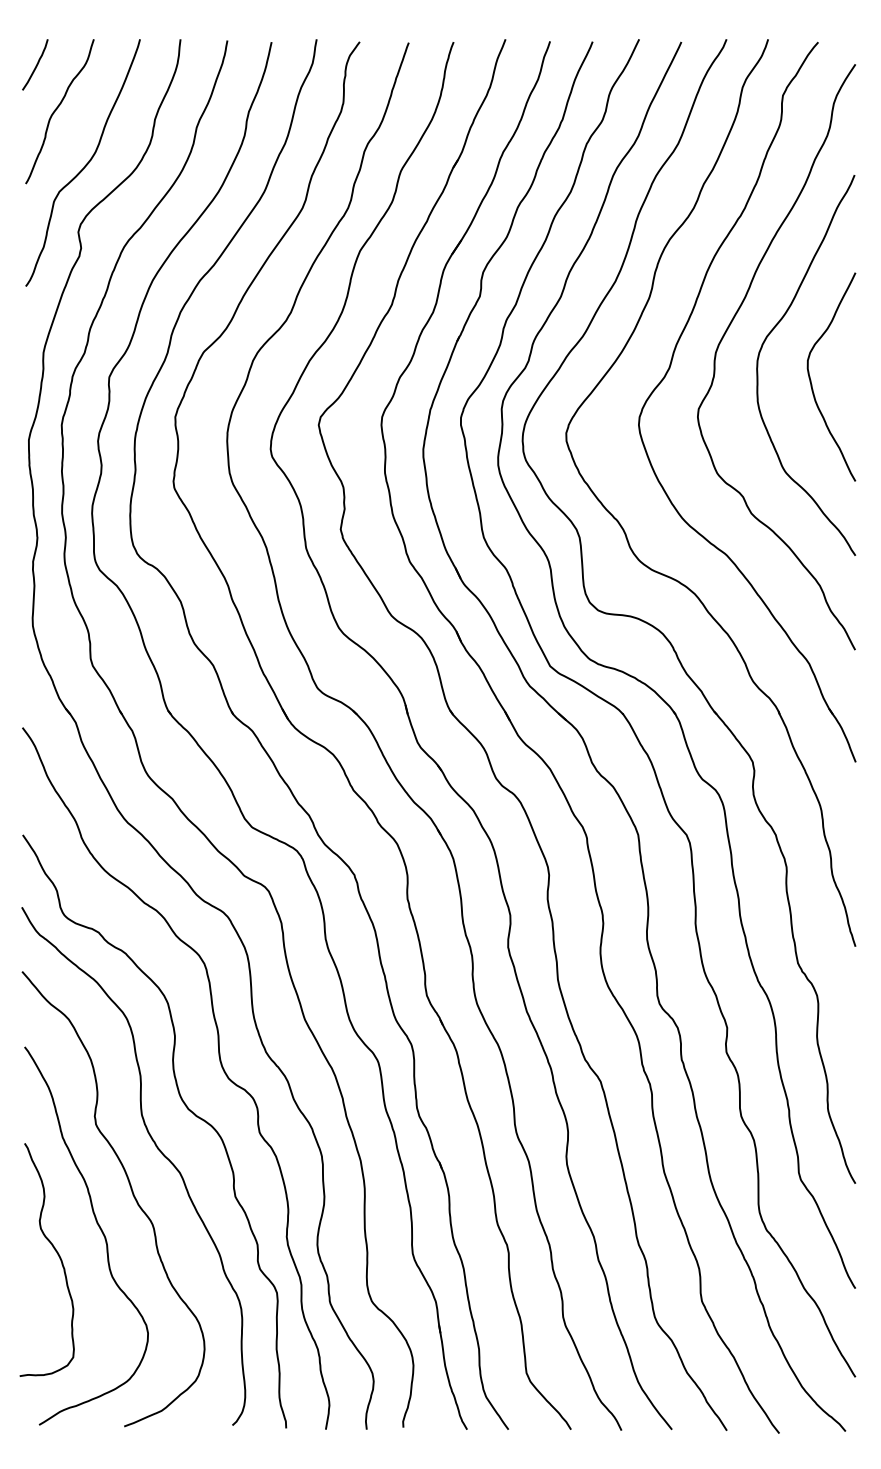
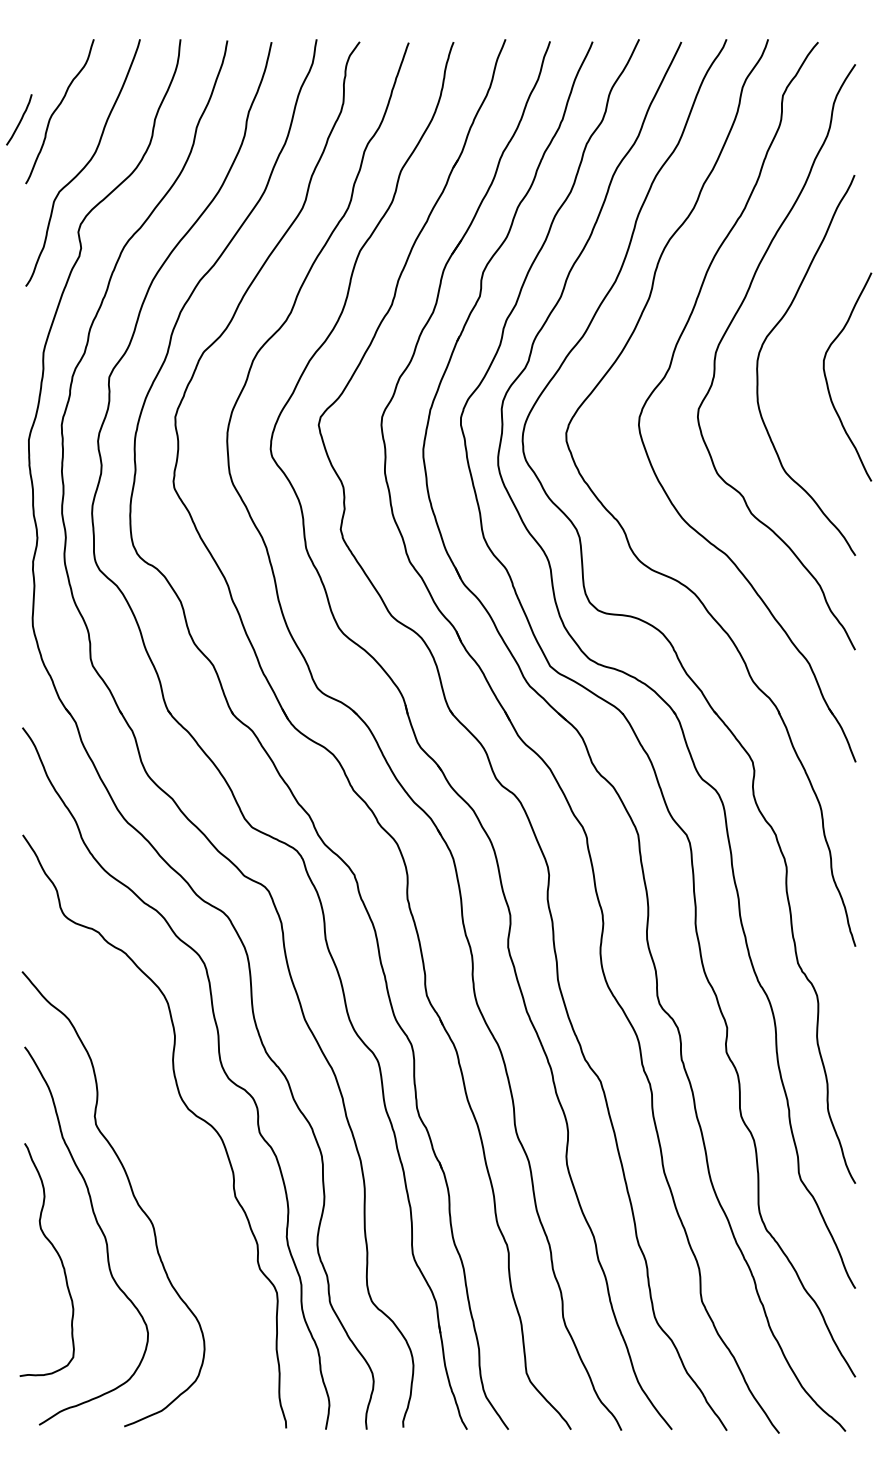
curve at (36, 64) position: (36, 64) -> (20, 119)
curve at (811, 380) position: (811, 380) -> (827, 380)
curve at (157, 1149): present -> none
